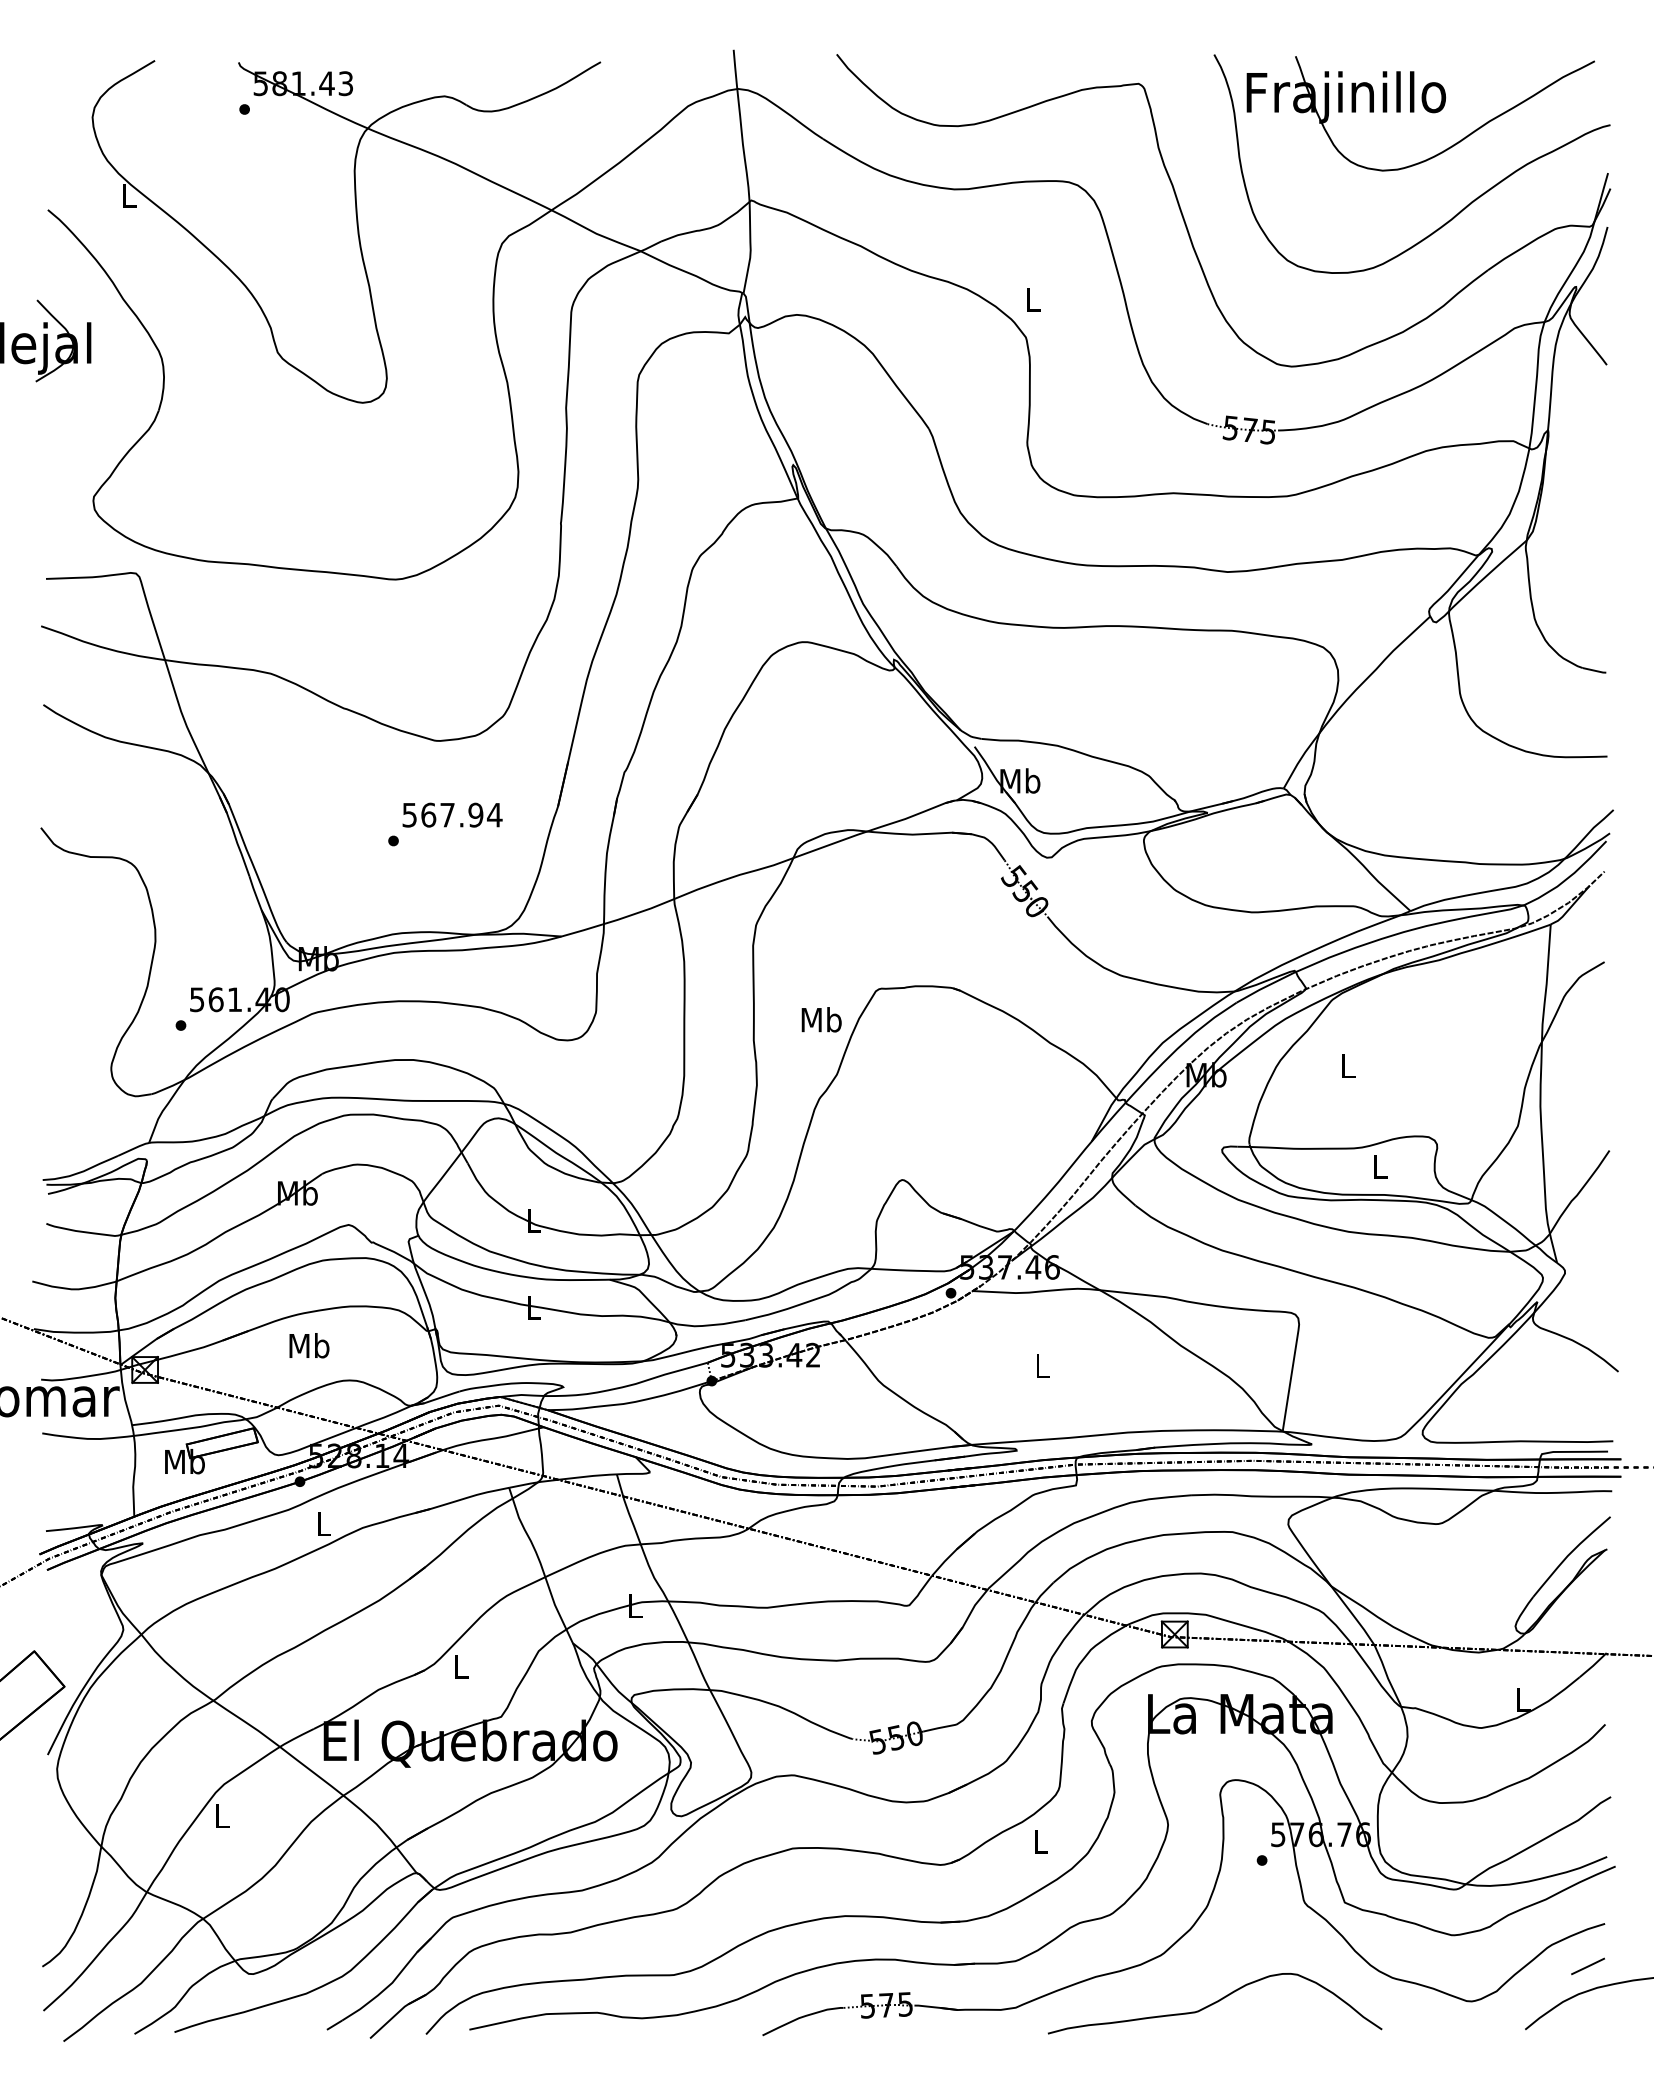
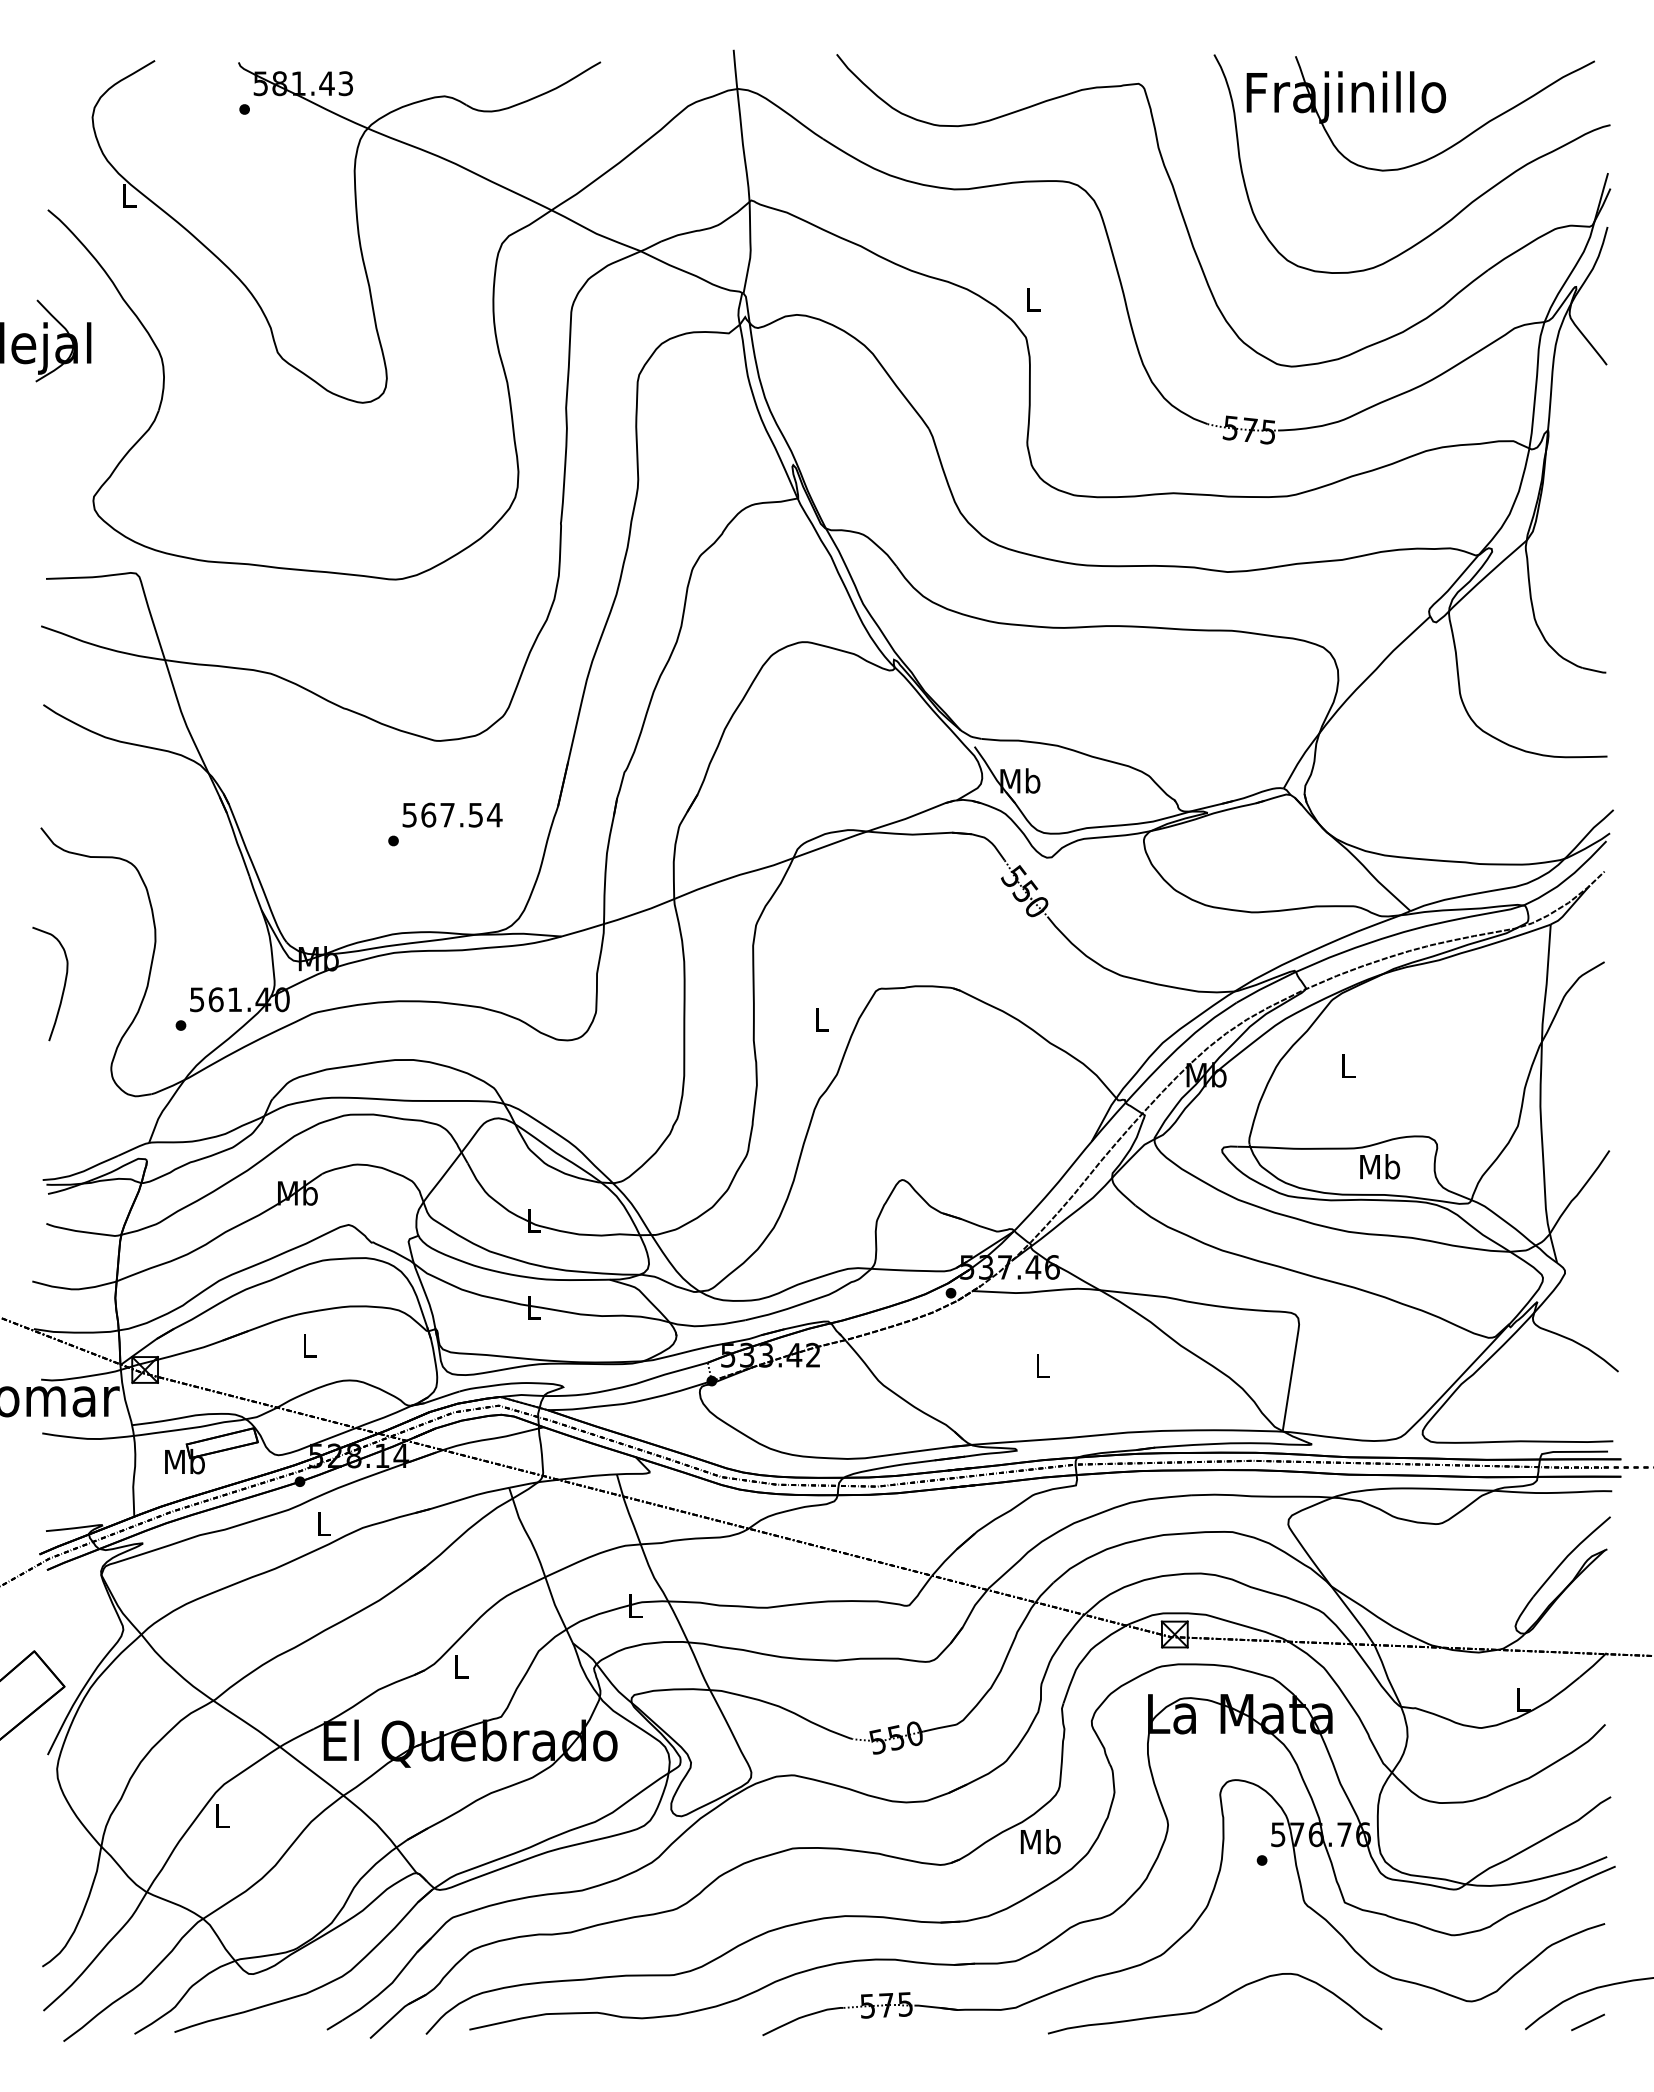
text at (475, 814): 567.94 -> 567.54
curve at (63, 985): none -> present
text at (821, 1019): Mb -> L
text at (1380, 1166): L -> Mb
text at (309, 1345): Mb -> L
text at (1040, 1841): L -> Mb
line at (1587, 1966) position: (1587, 1966) -> (1587, 2022)
